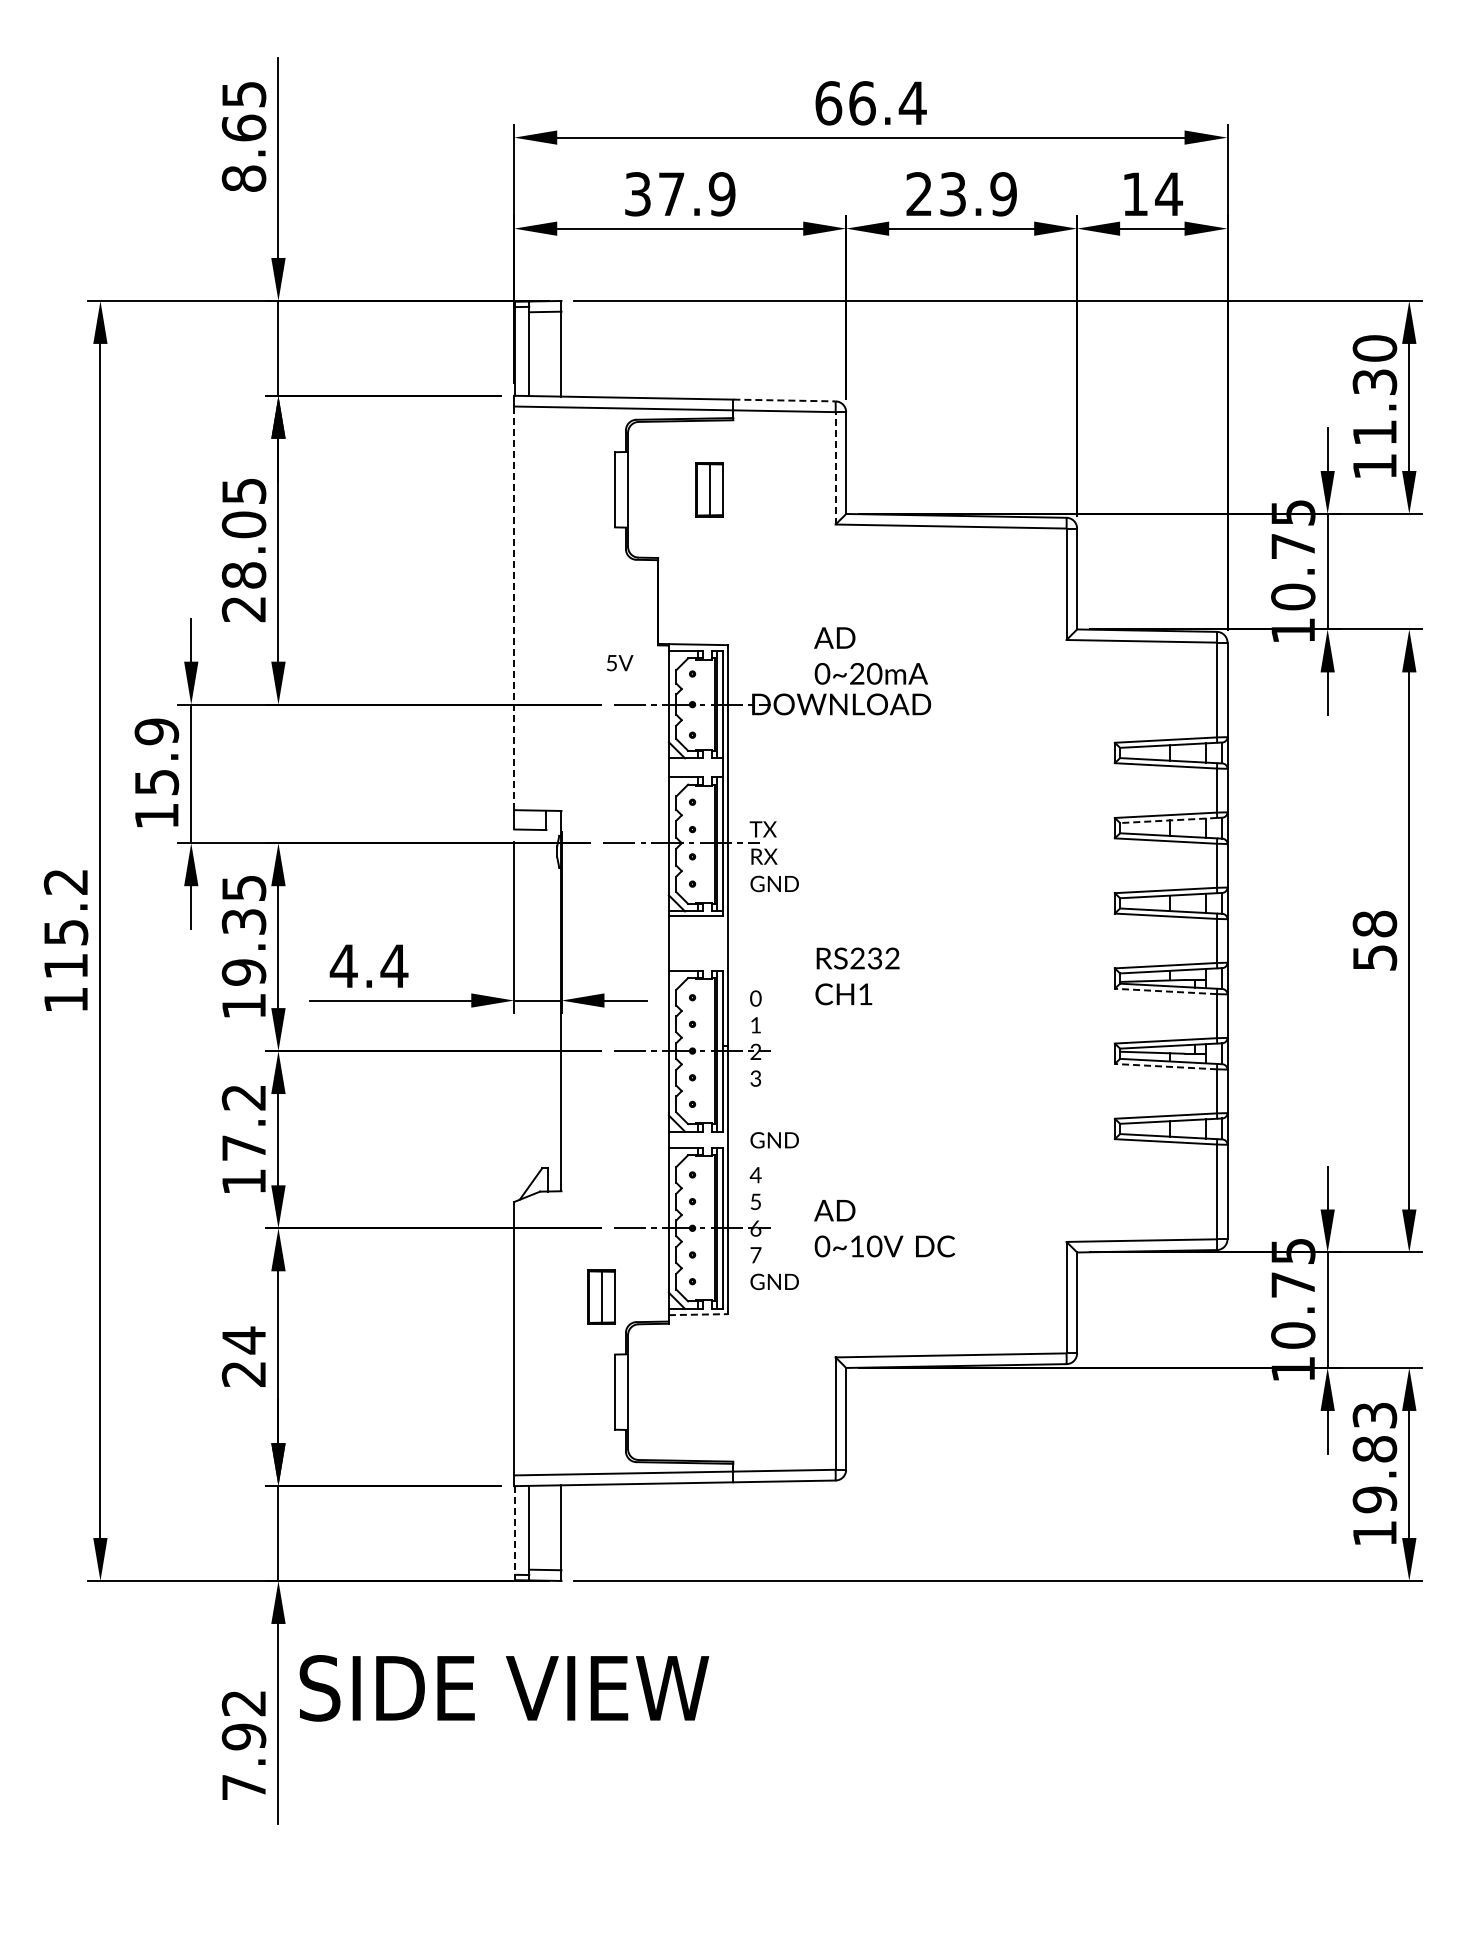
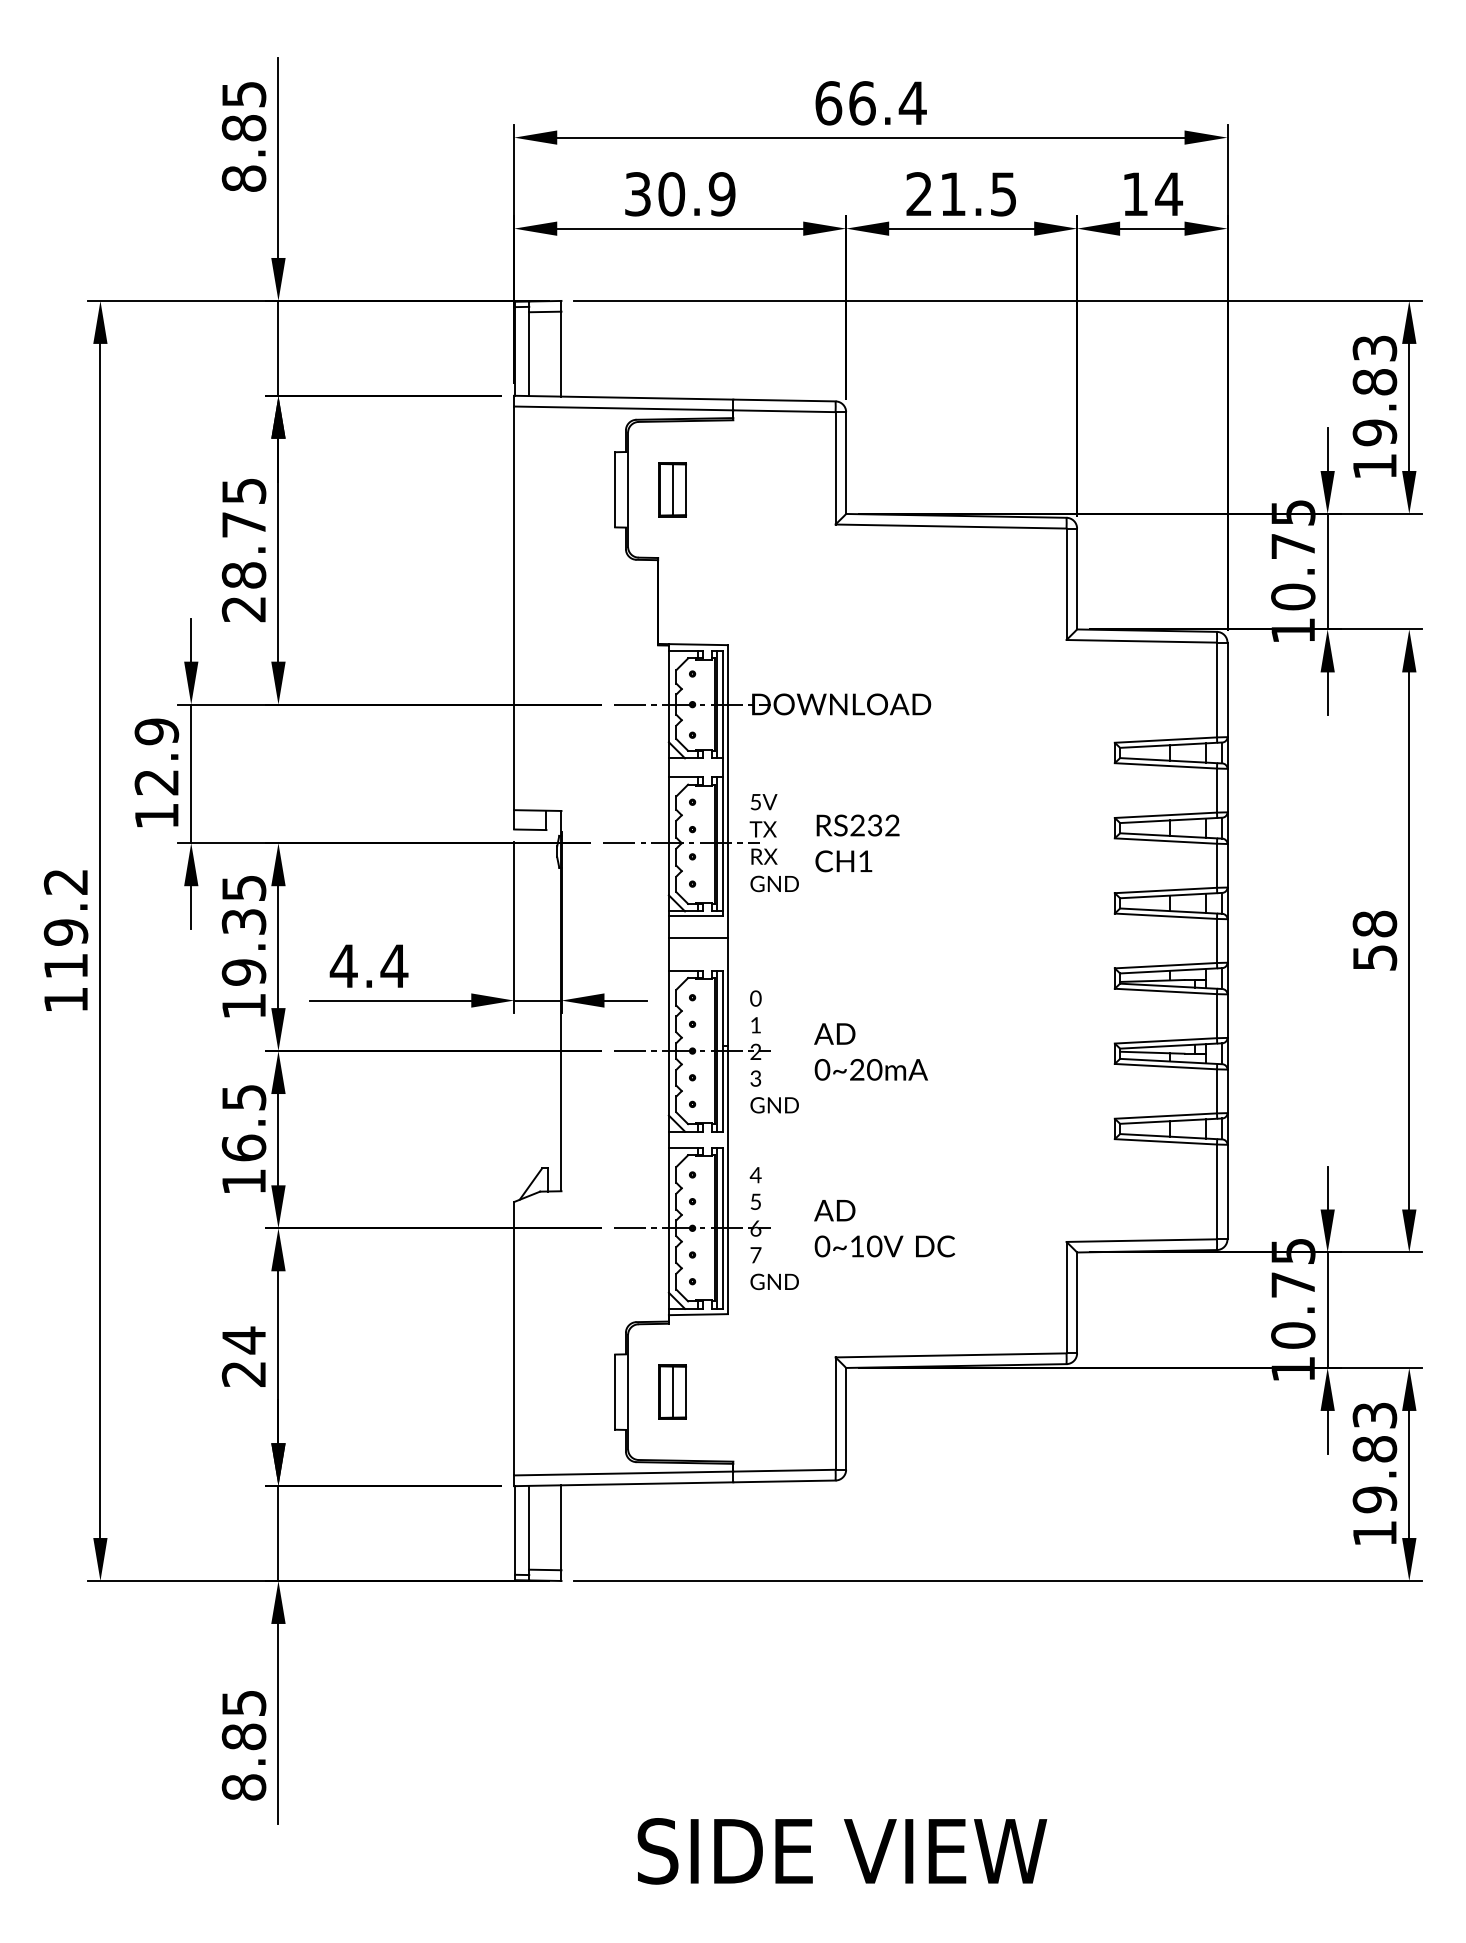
text at (243, 127): 8.65 -> 8.85
text at (671, 194): 37.9 -> 30.9
text at (978, 194): 23.9 -> 21.5
text at (1374, 390): 11.30 -> 19.83
line at (784, 400): dashed -> solid
line at (835, 467): dashed -> solid
part at (709, 489) position: (709, 489) -> (672, 489)
text at (243, 524): 28.05 -> 28.75
line at (514, 608): dashed -> solid
text at (870, 655) position: (870, 655) -> (870, 1051)
text at (619, 663) position: (619, 663) -> (763, 802)
text at (156, 782): 15.9 -> 12.9
line at (1168, 820): dashed -> solid
text at (65, 932): 115.2 -> 119.2
line at (697, 938): none -> present
text at (857, 976) position: (857, 976) -> (857, 843)
line at (1165, 991): dashed -> solid
line at (1165, 1066): dashed -> solid
text at (243, 1123): 17.2 -> 16.5
text at (774, 1140) position: (774, 1140) -> (774, 1105)
part at (601, 1296) position: (601, 1296) -> (672, 1391)
line at (698, 1314): dashed -> solid
line at (515, 1530): dashed -> solid
text at (504, 1688) position: (504, 1688) -> (842, 1851)
text at (243, 1745): 7.92 -> 8.85
